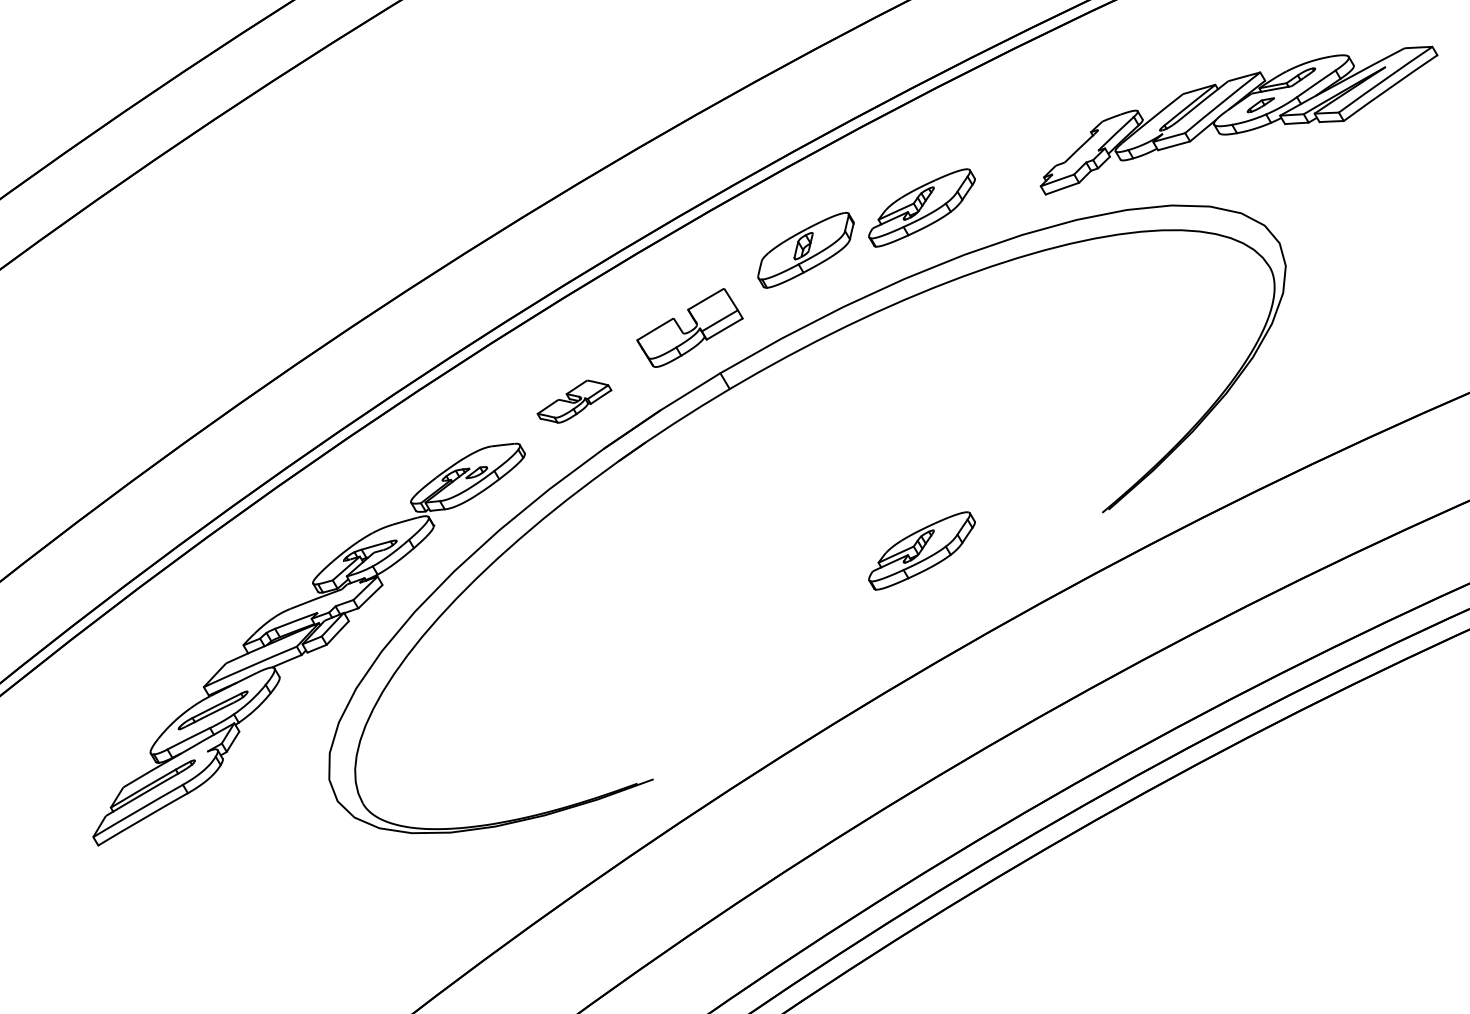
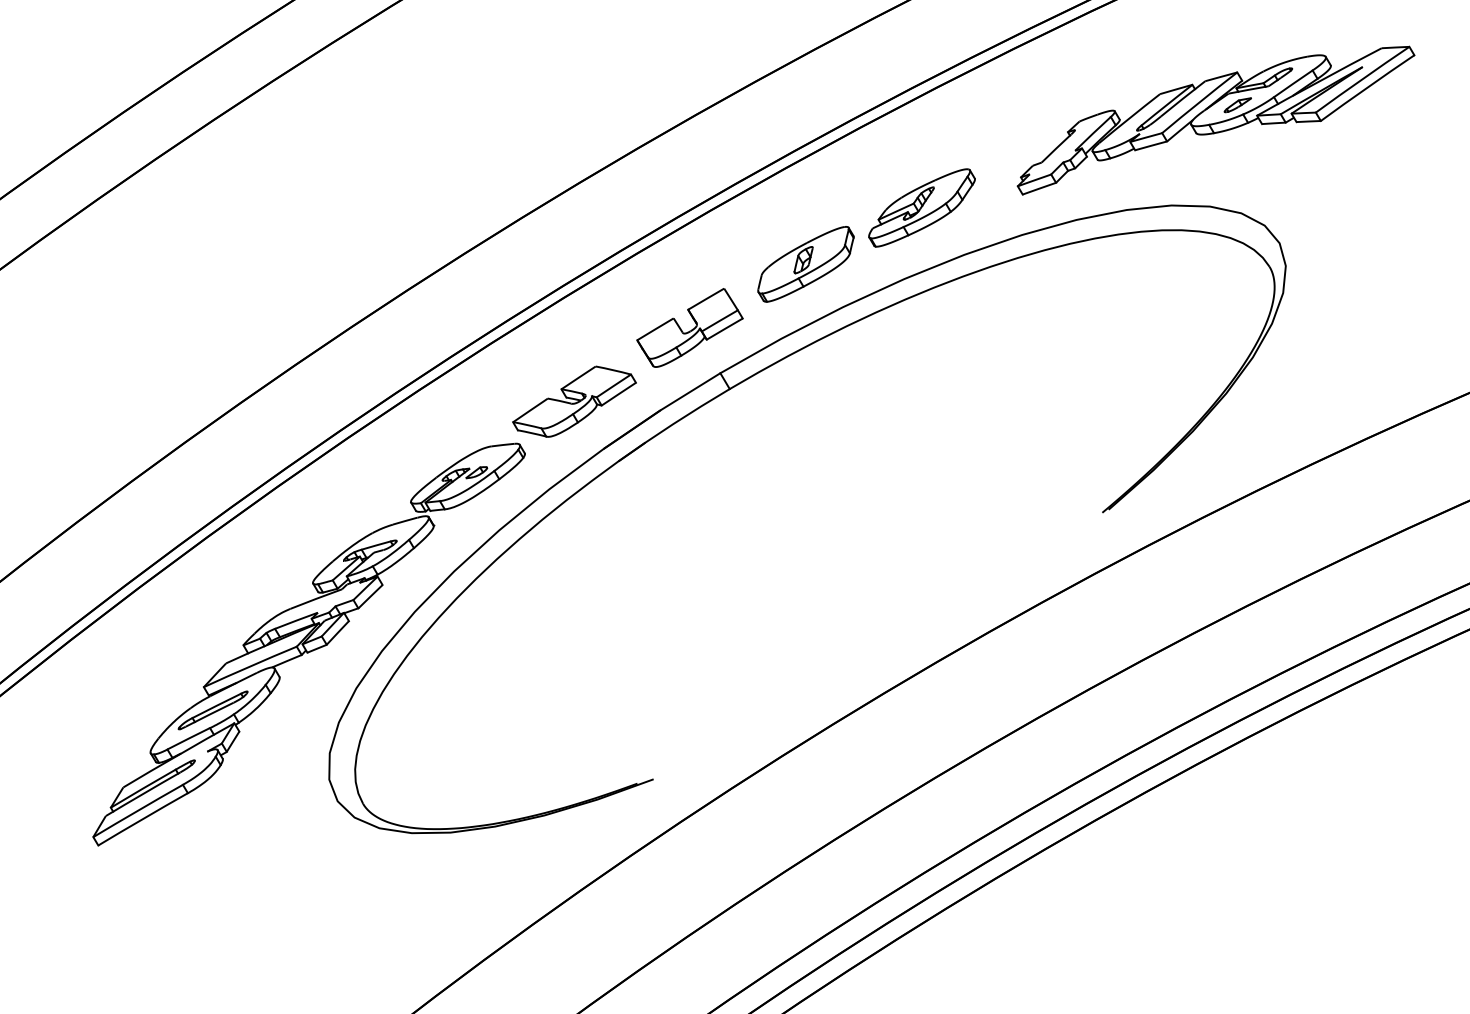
part at (1238, 120) position: (1238, 120) -> (1215, 120)
part at (805, 250) position: (805, 250) -> (805, 264)
part at (574, 401) size: 77x45 px -> 125x73 px
part at (921, 550): present -> none
